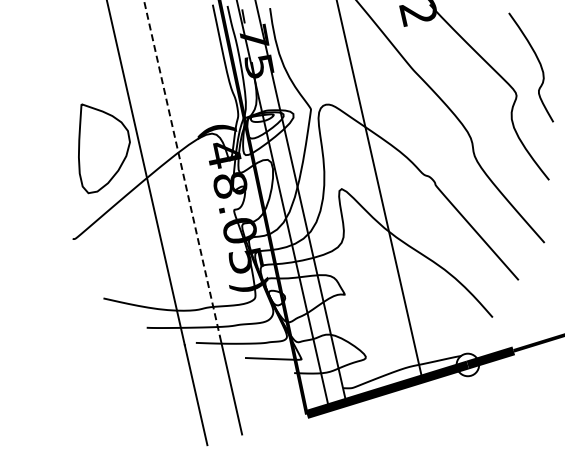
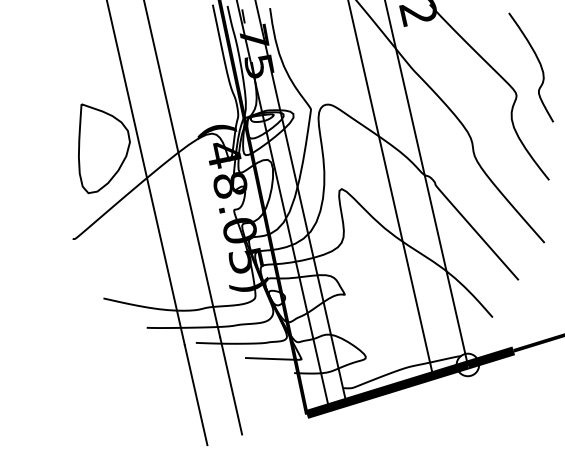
line at (182, 169): dashed -> solid
line at (426, 183): none -> present
line at (379, 189) position: (379, 189) -> (390, 188)
